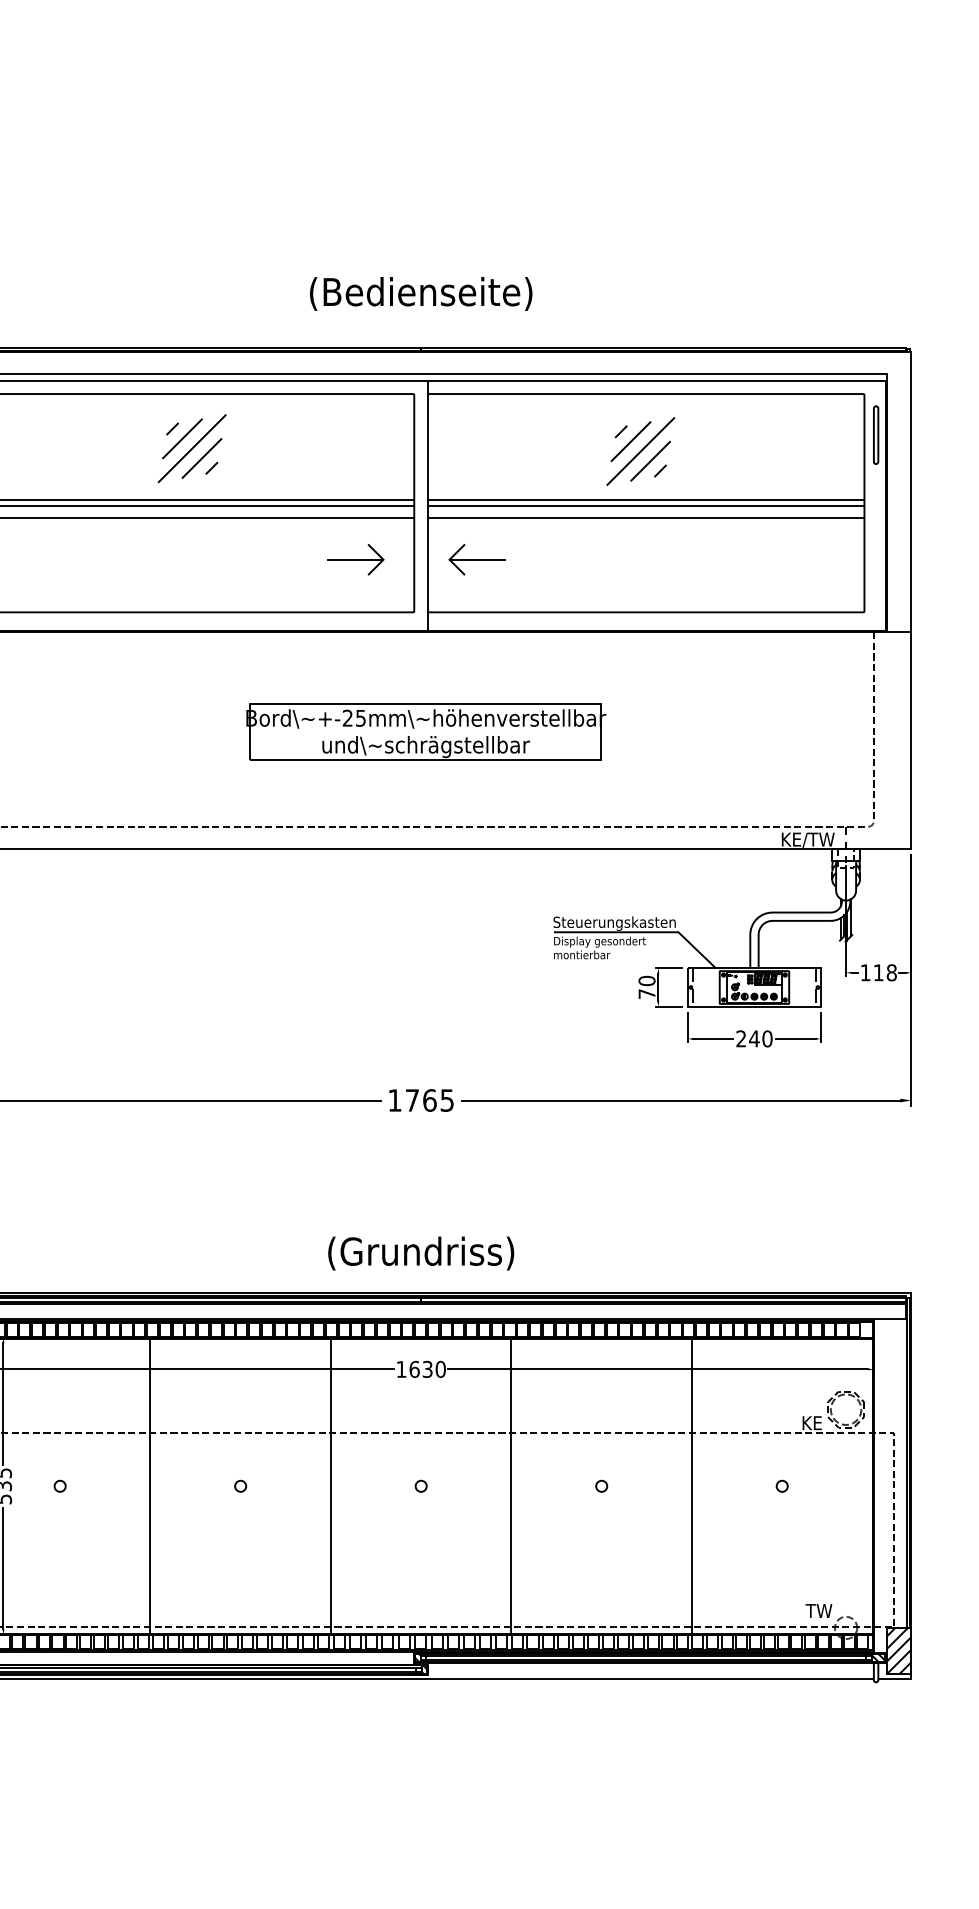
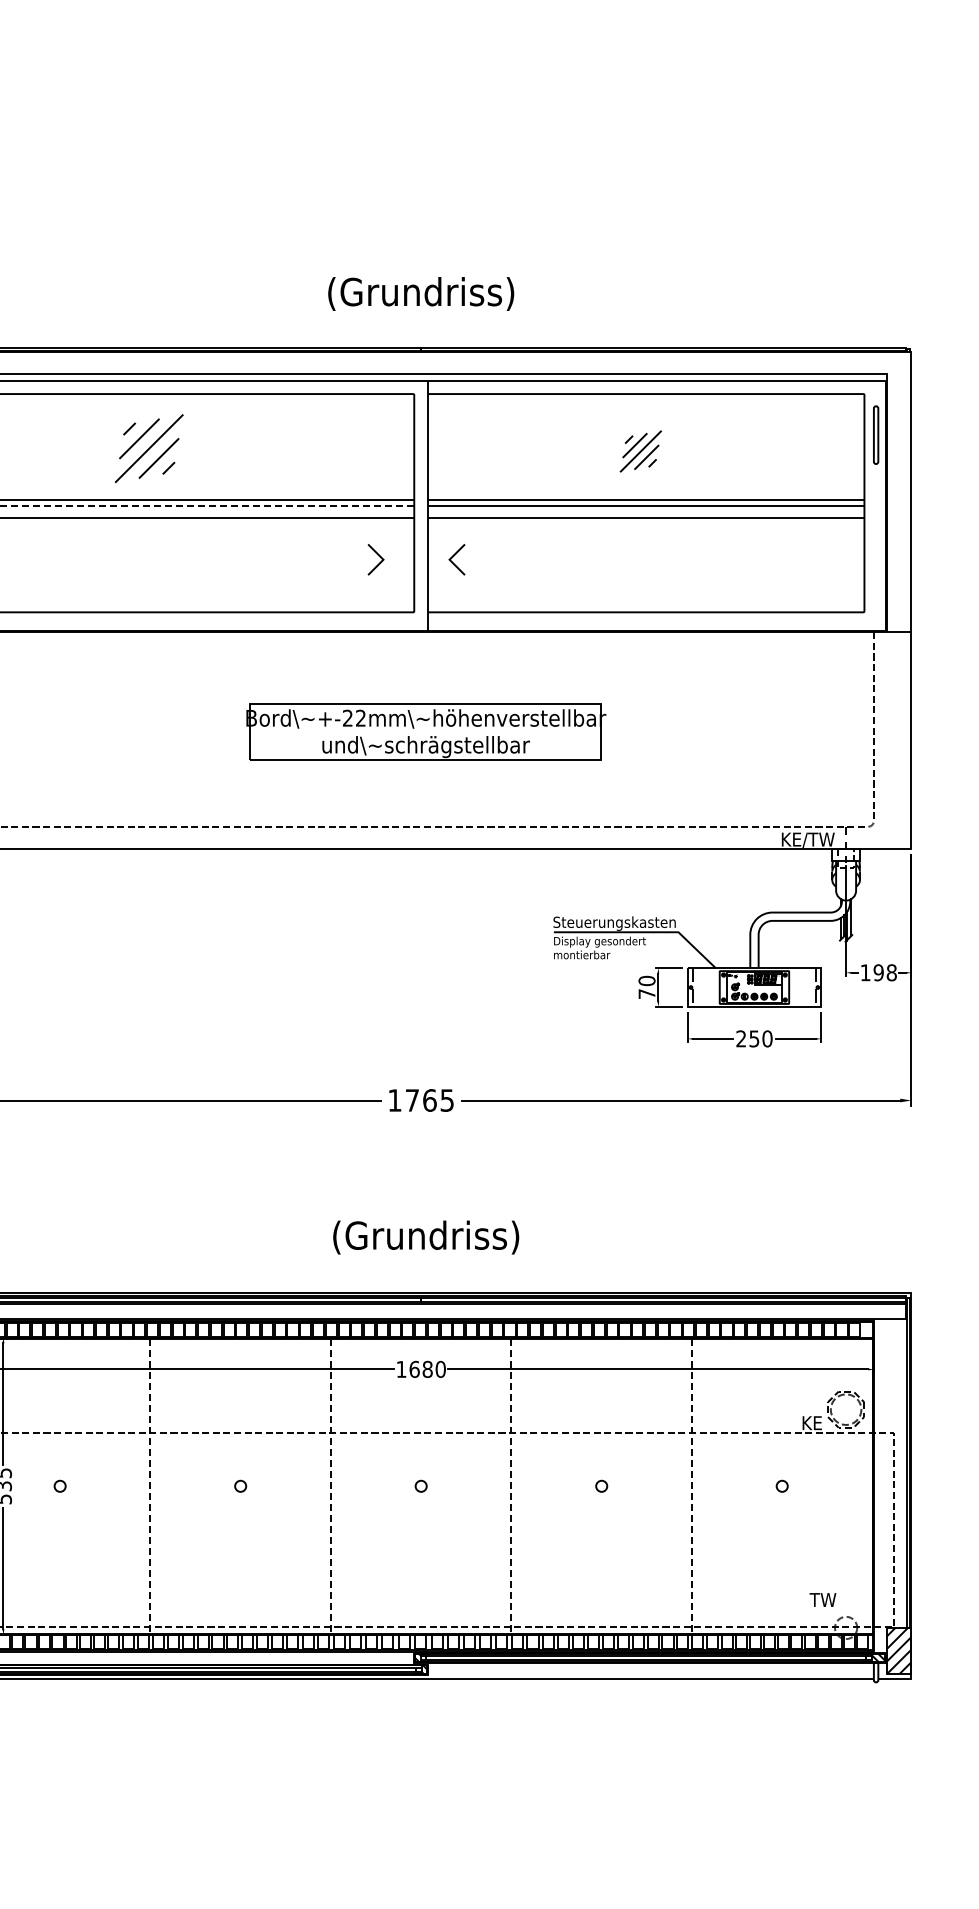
text at (421, 293): (Bedienseite) -> (Grundriss)
part at (191, 448) position: (191, 448) -> (148, 448)
part at (640, 451) size: 70x69 px -> 43x43 px
line at (207, 505): solid -> dashed
line at (355, 559): present -> none
line at (477, 559): present -> none
text at (360, 717): +-25mm -> +-22mm
text at (878, 972): 118 -> 198
text at (754, 1038): 240 -> 250
text at (421, 1253) position: (421, 1253) -> (426, 1237)
text at (427, 1369): 1630 -> 1680
line at (150, 1486): solid -> dashed
line at (330, 1486): solid -> dashed
line at (511, 1486): solid -> dashed
line at (691, 1486): solid -> dashed
text at (818, 1610) position: (818, 1610) -> (822, 1599)
